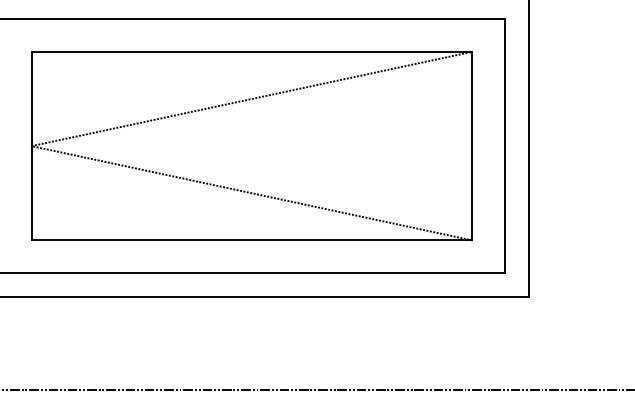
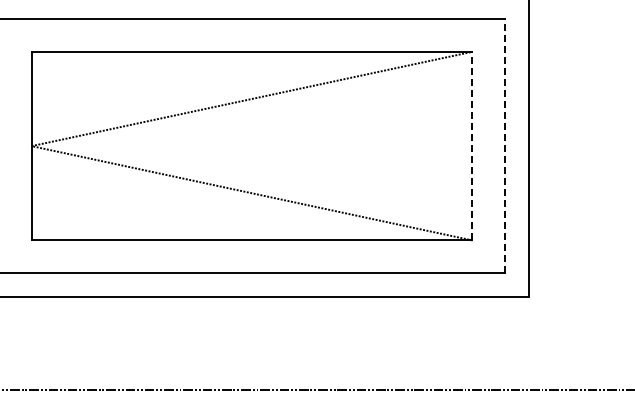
line at (472, 145): solid -> dashed
line at (505, 145): solid -> dashed
